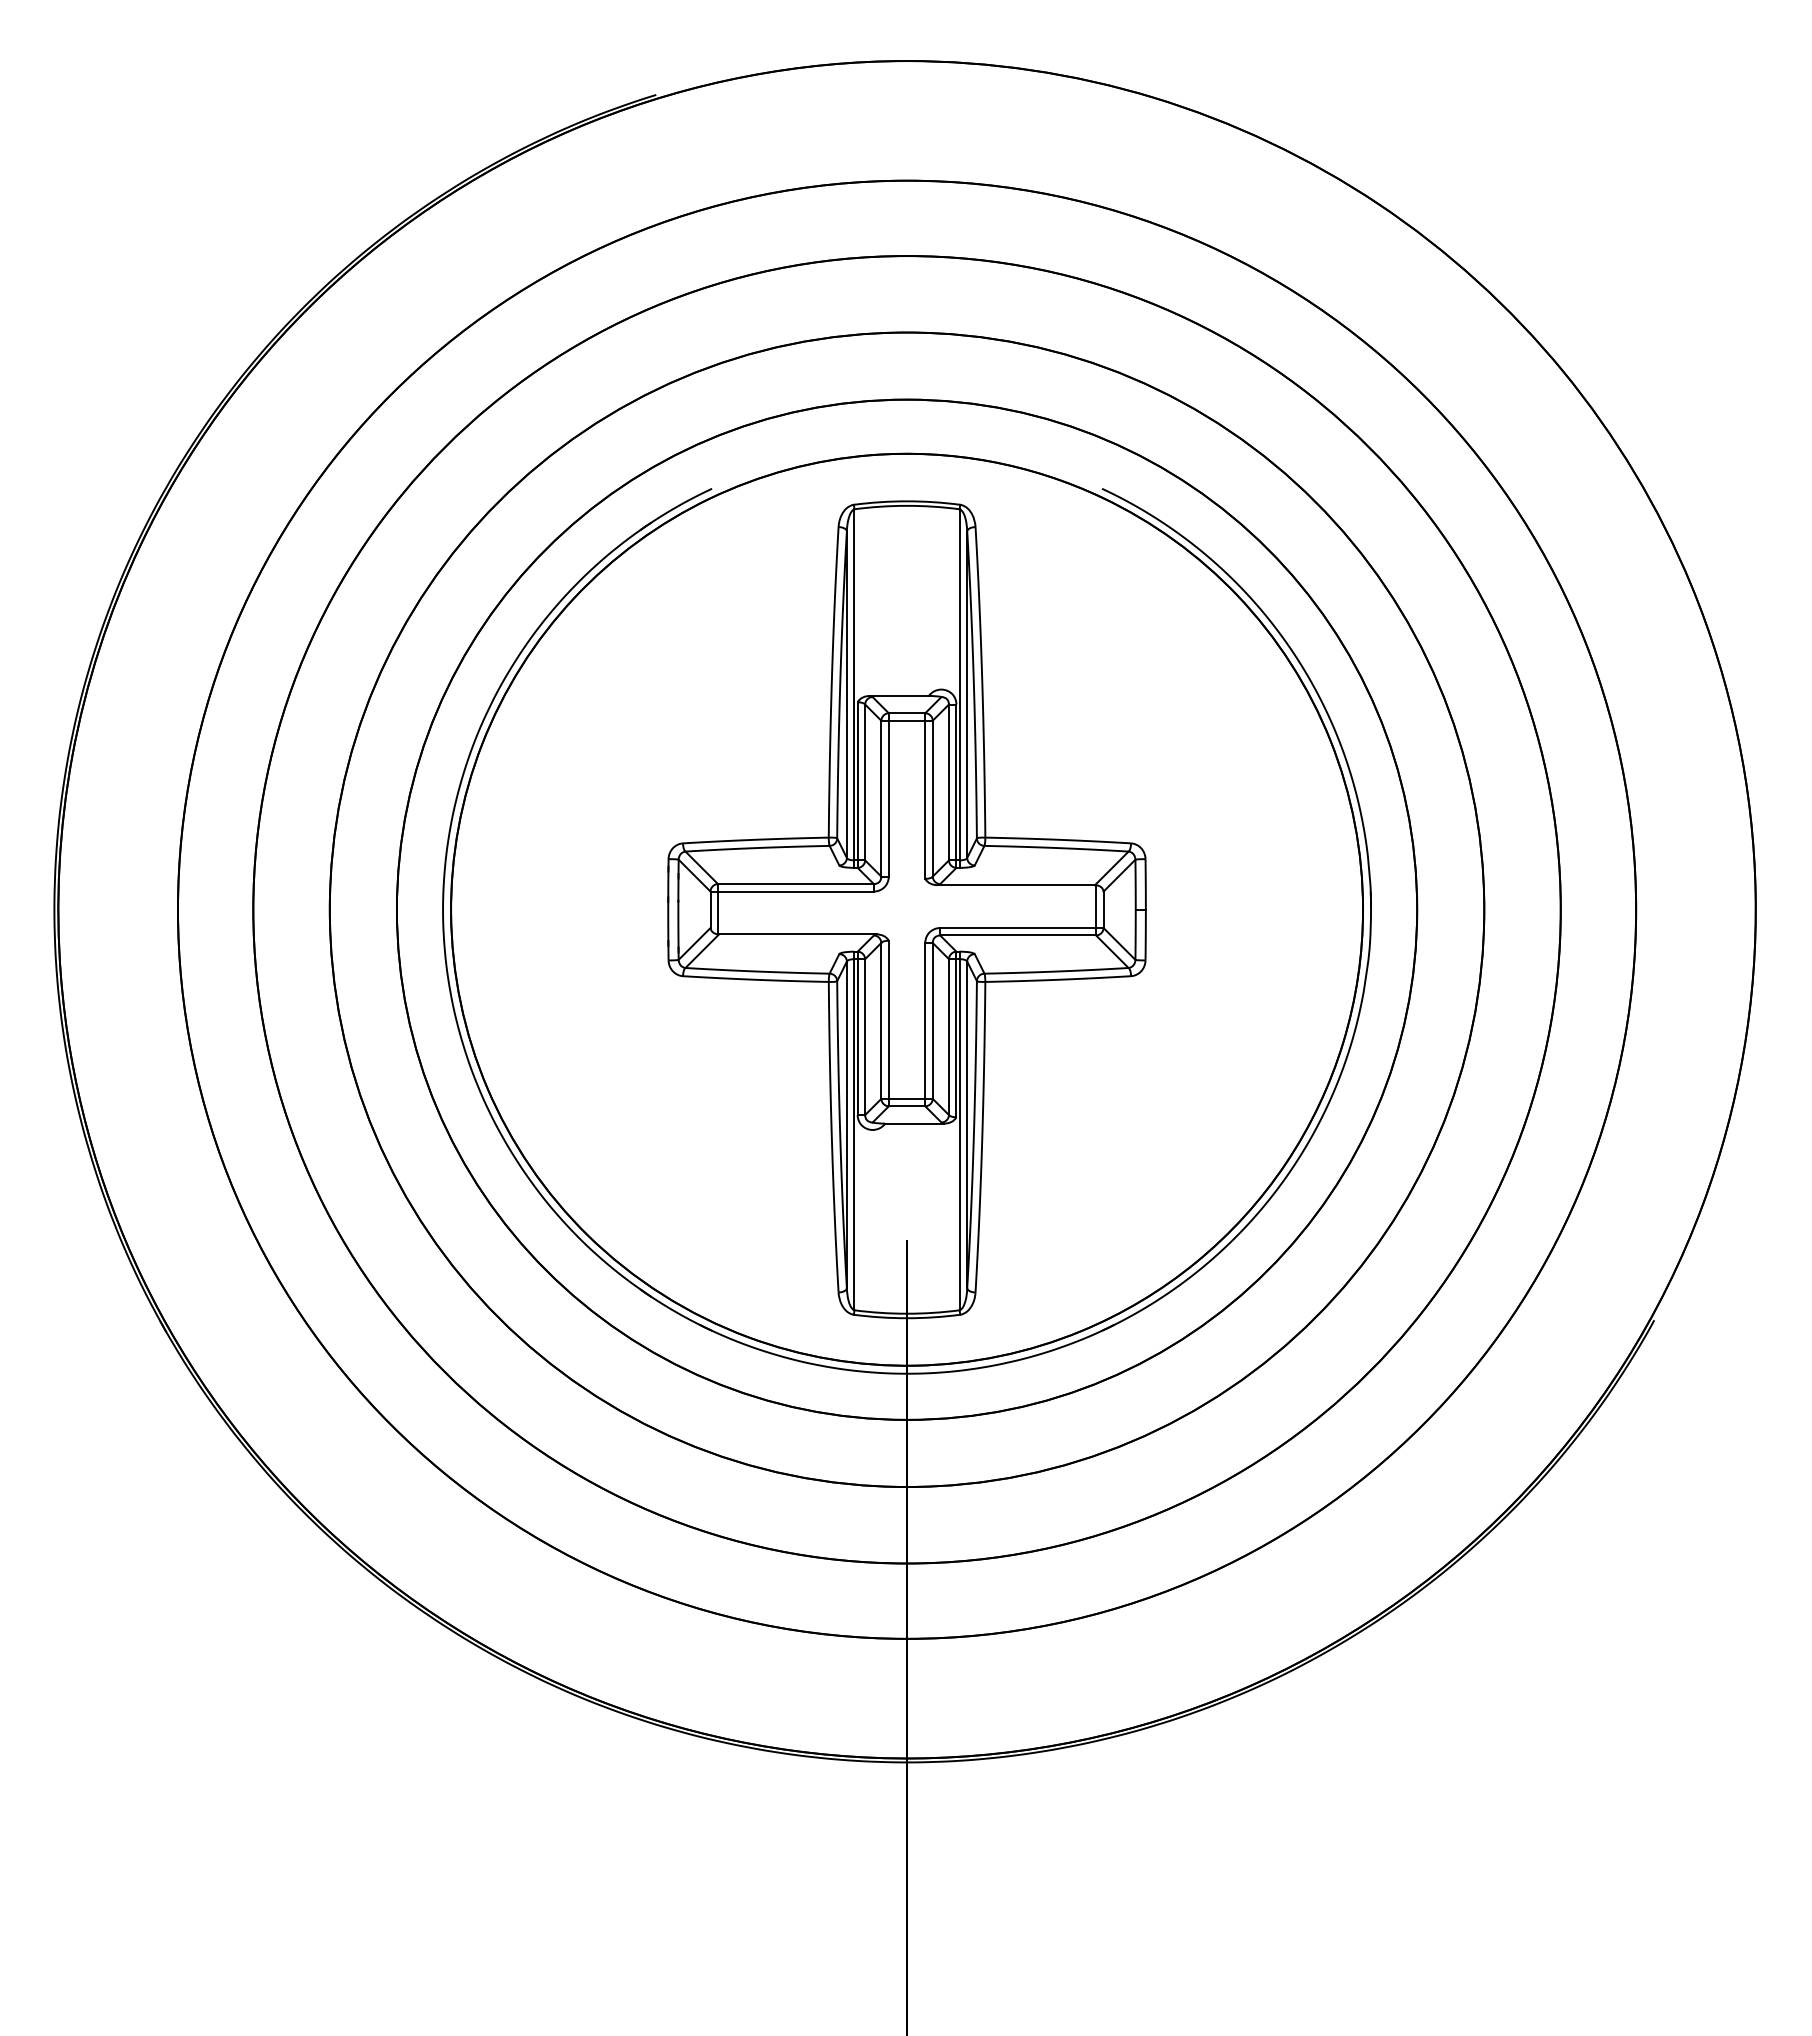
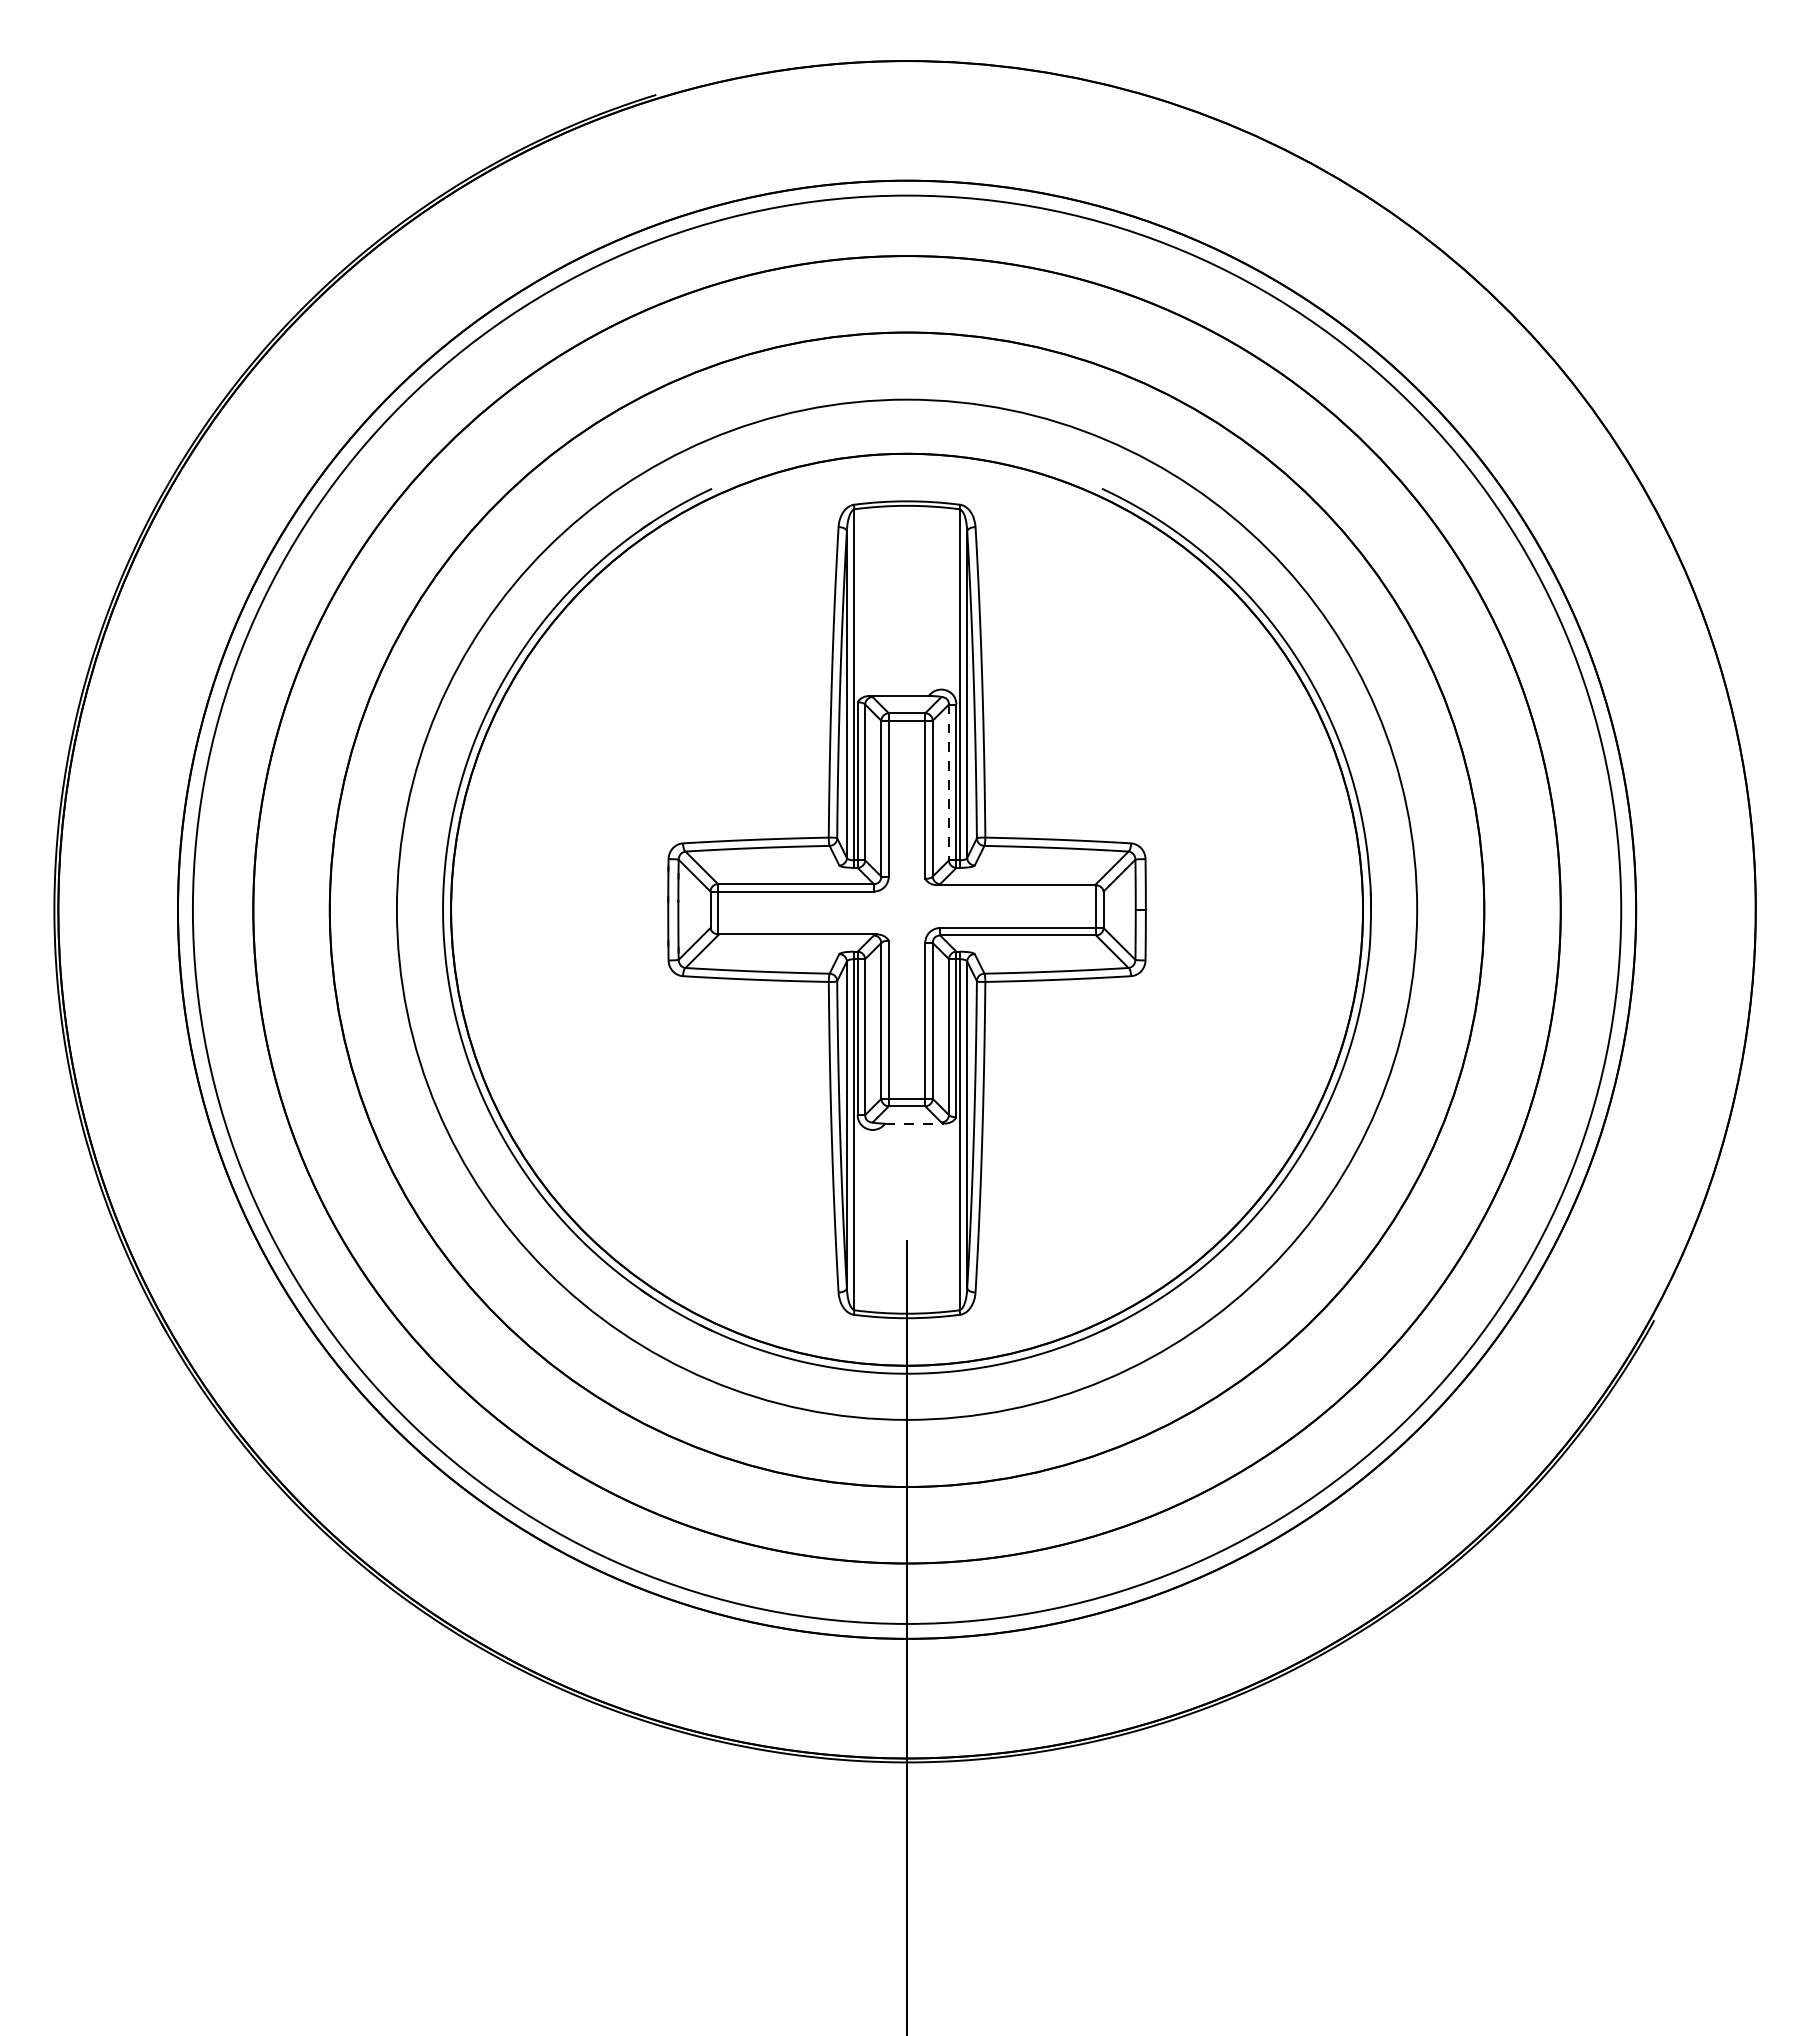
line at (948, 782): solid -> dashed
circle at (906, 909) diameter: 1020 px -> 1428 px
line at (915, 1123): solid -> dashed
